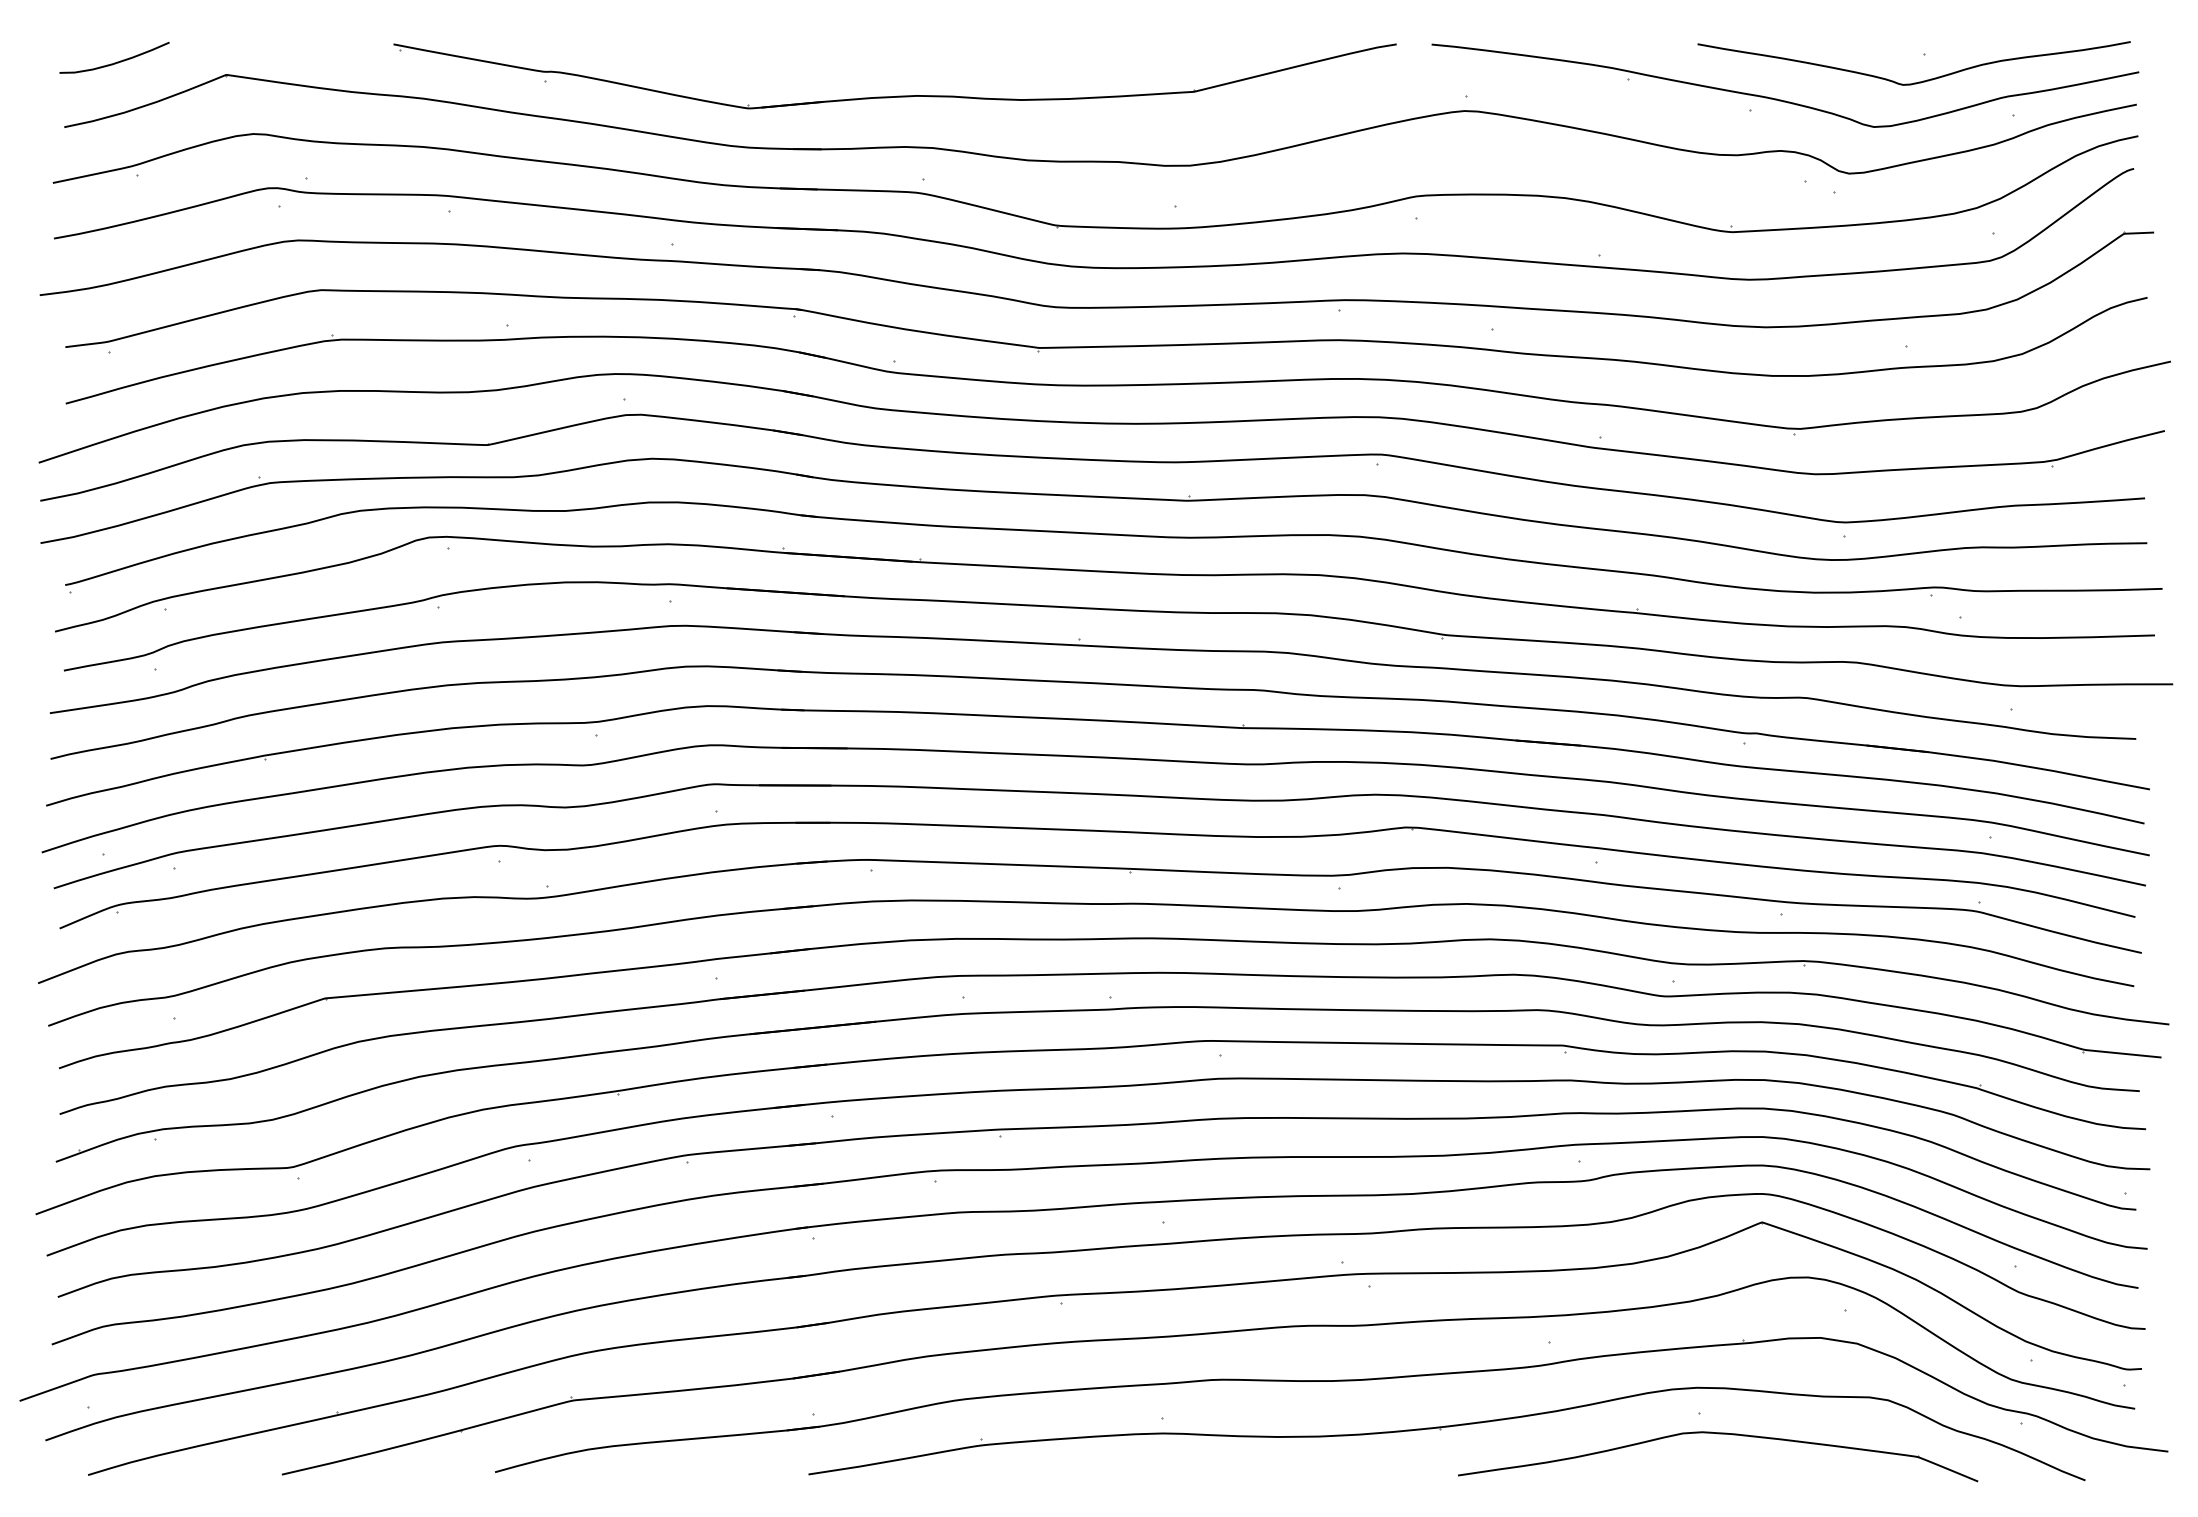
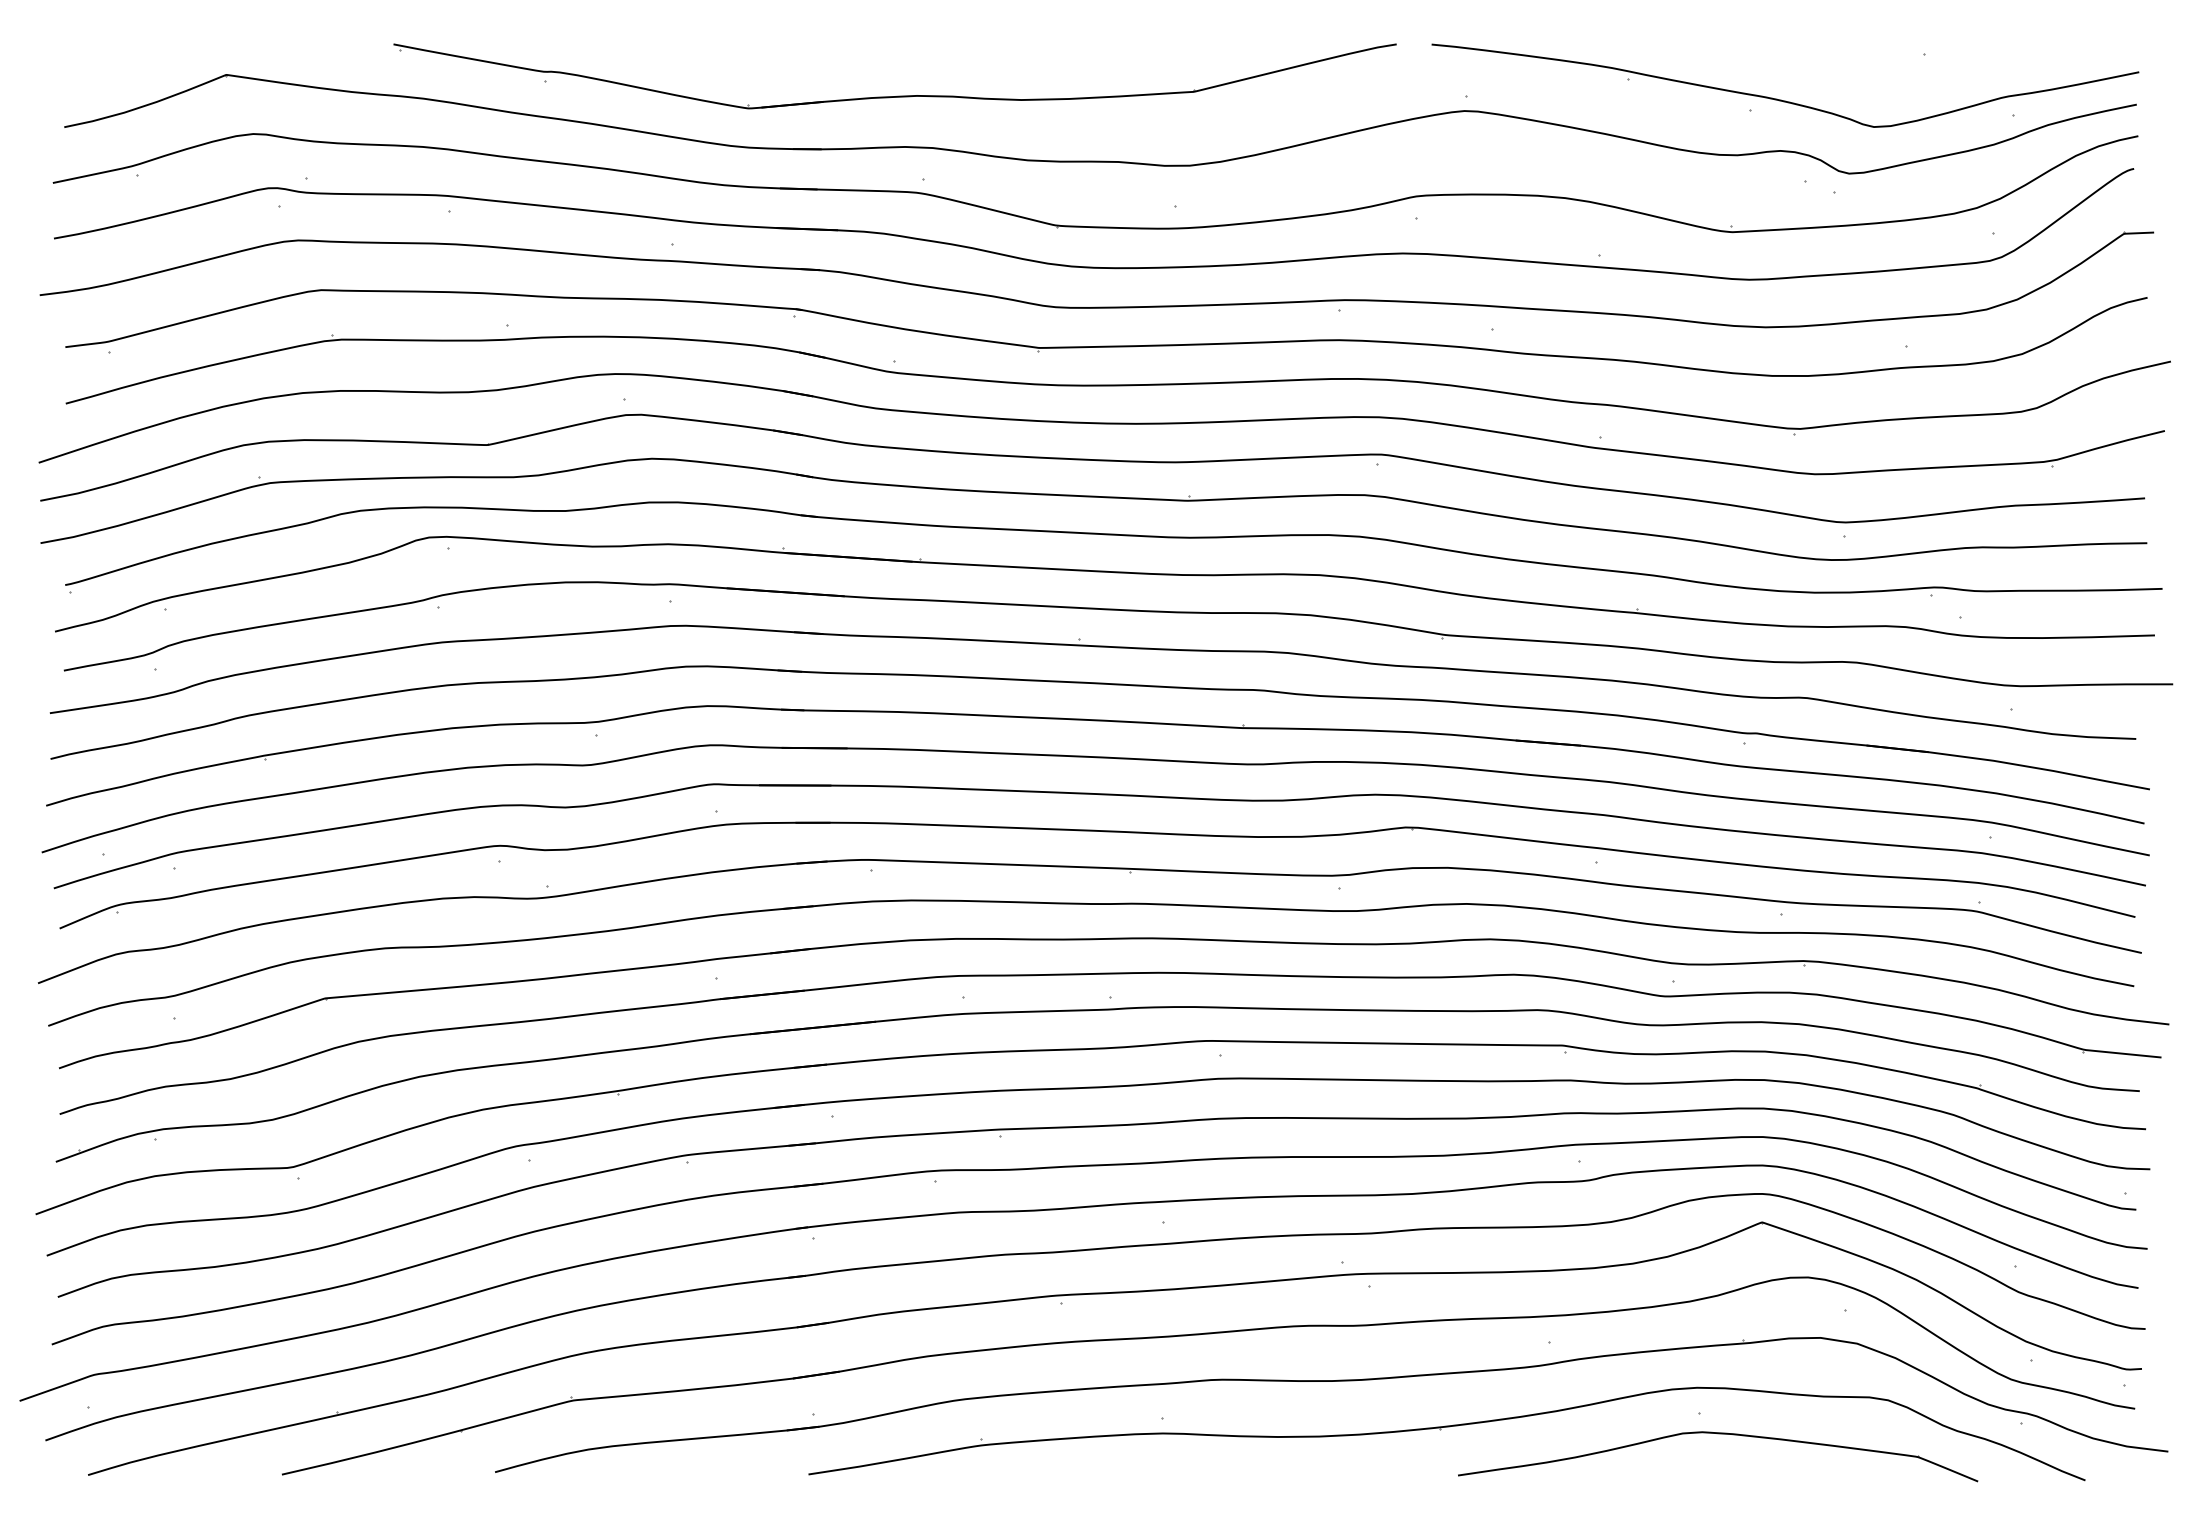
curve at (117, 61): present -> none
curve at (1918, 81): present -> none
